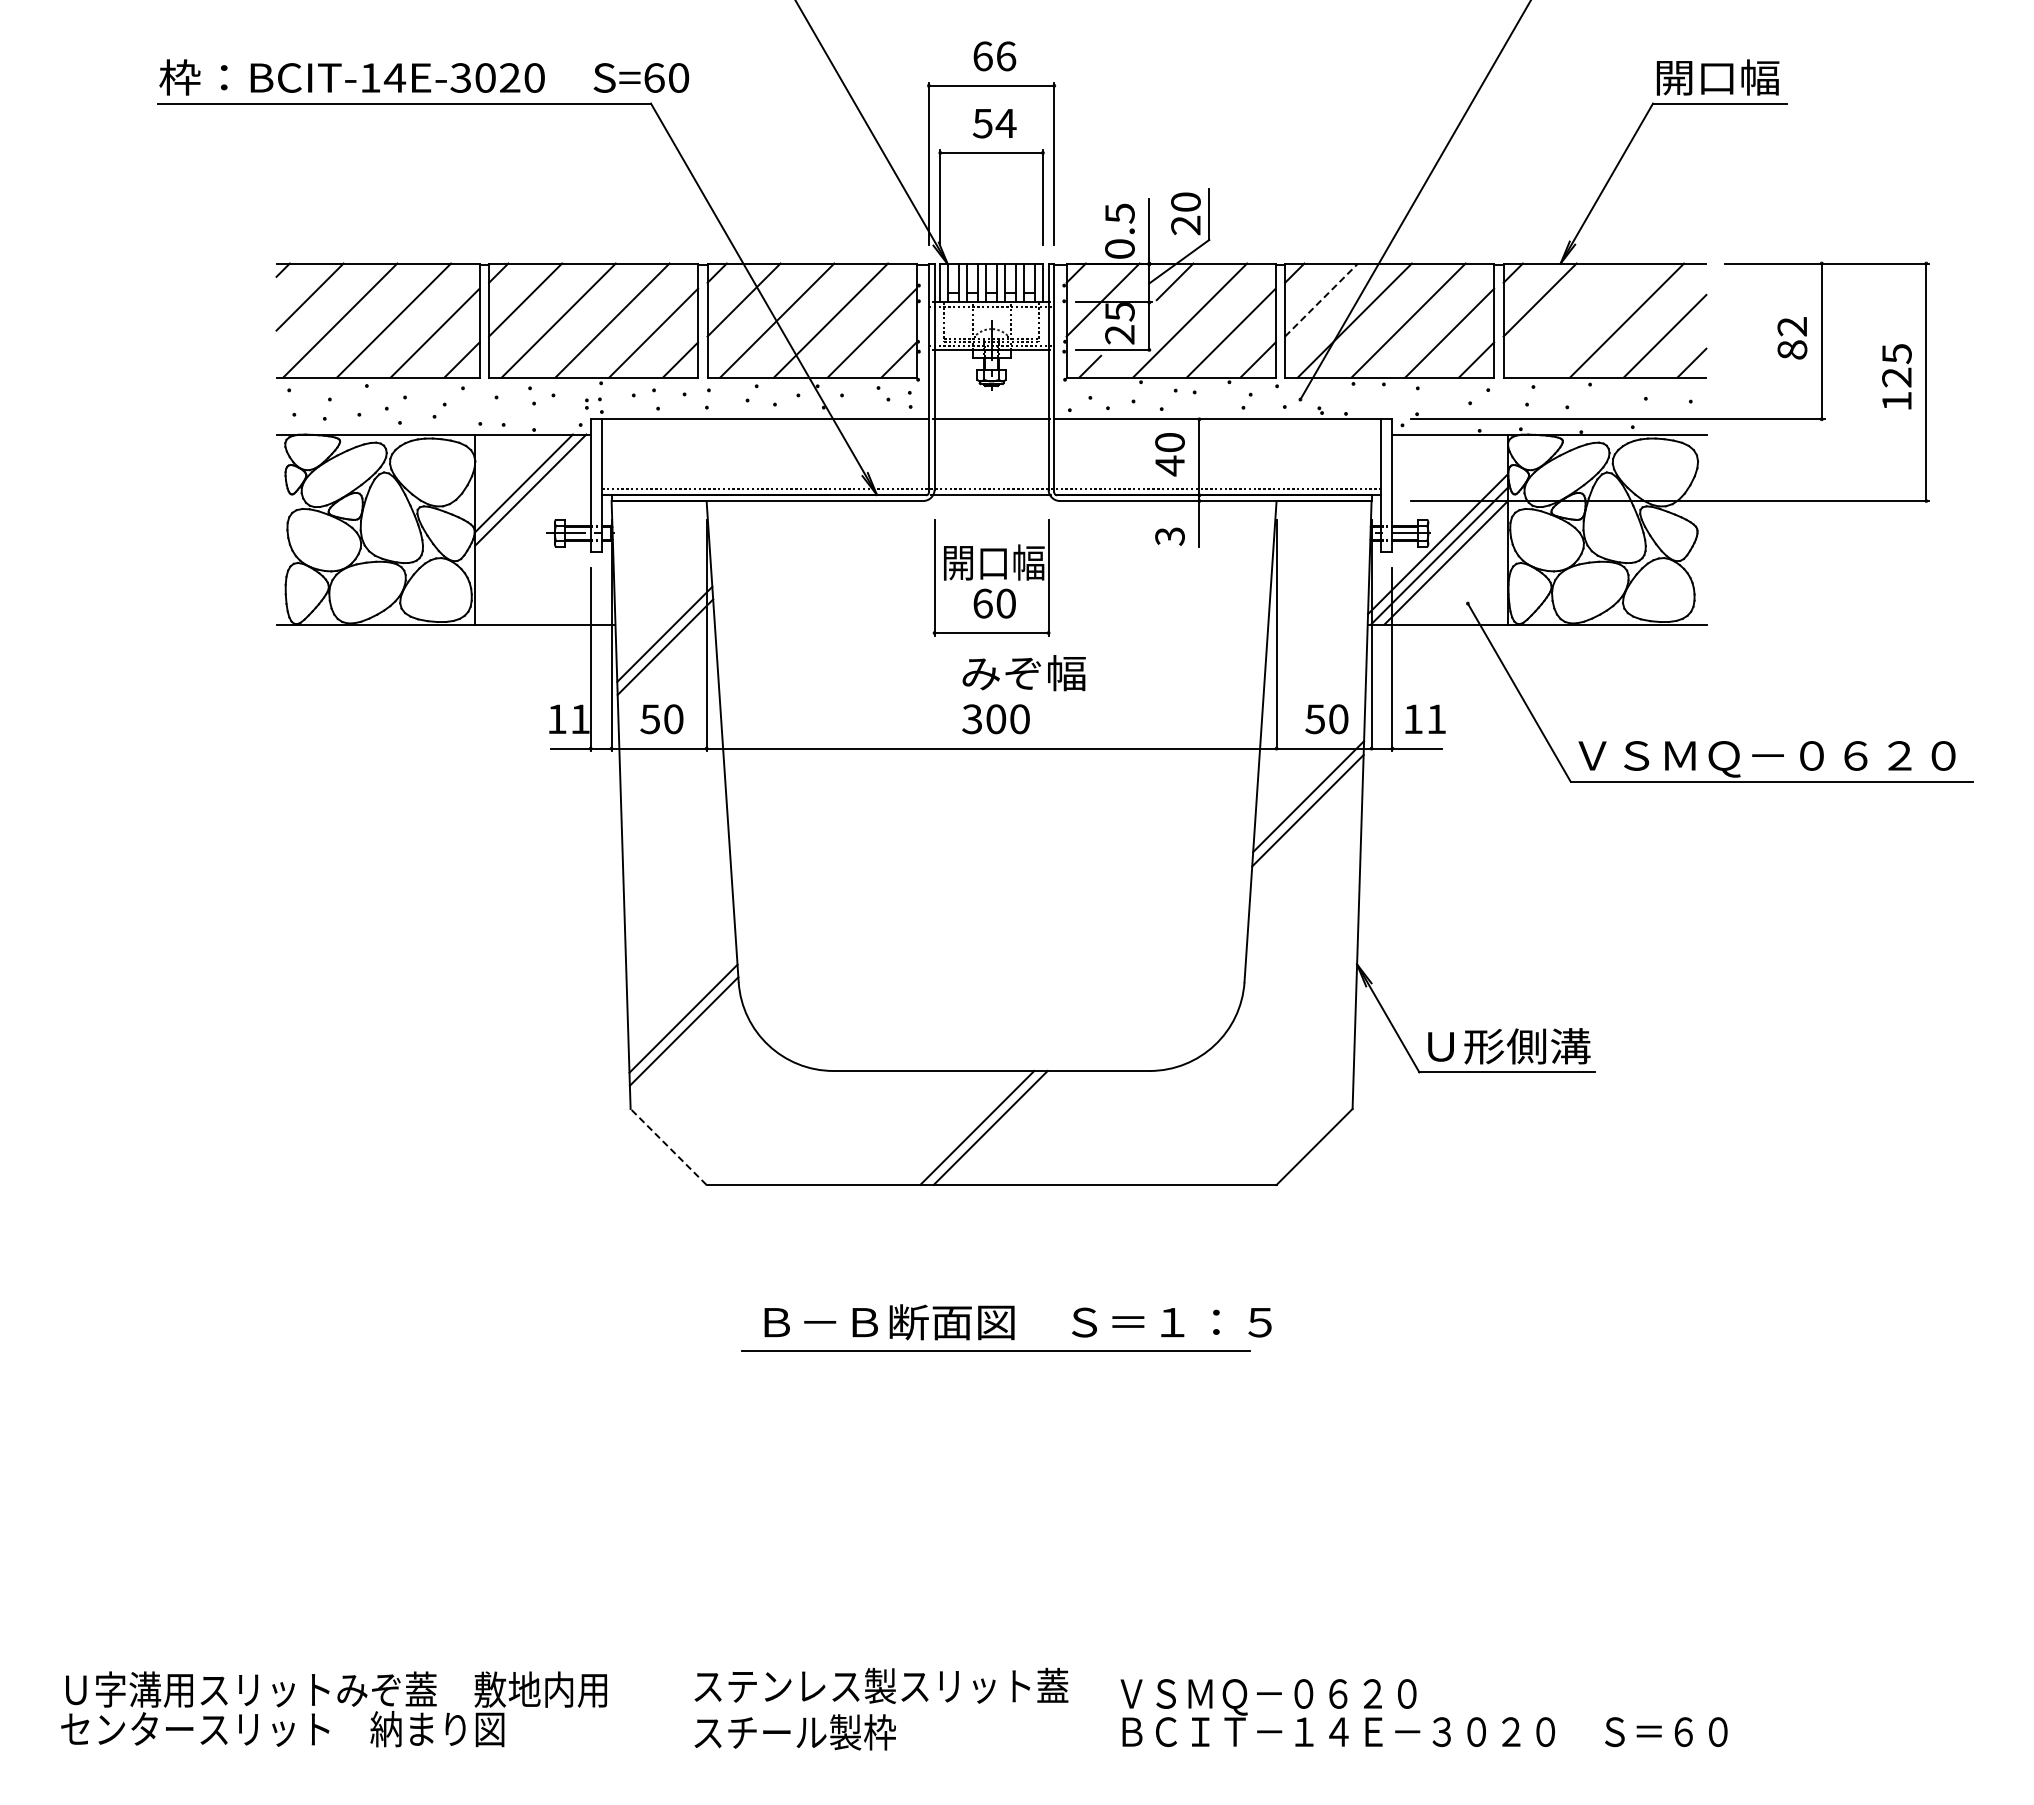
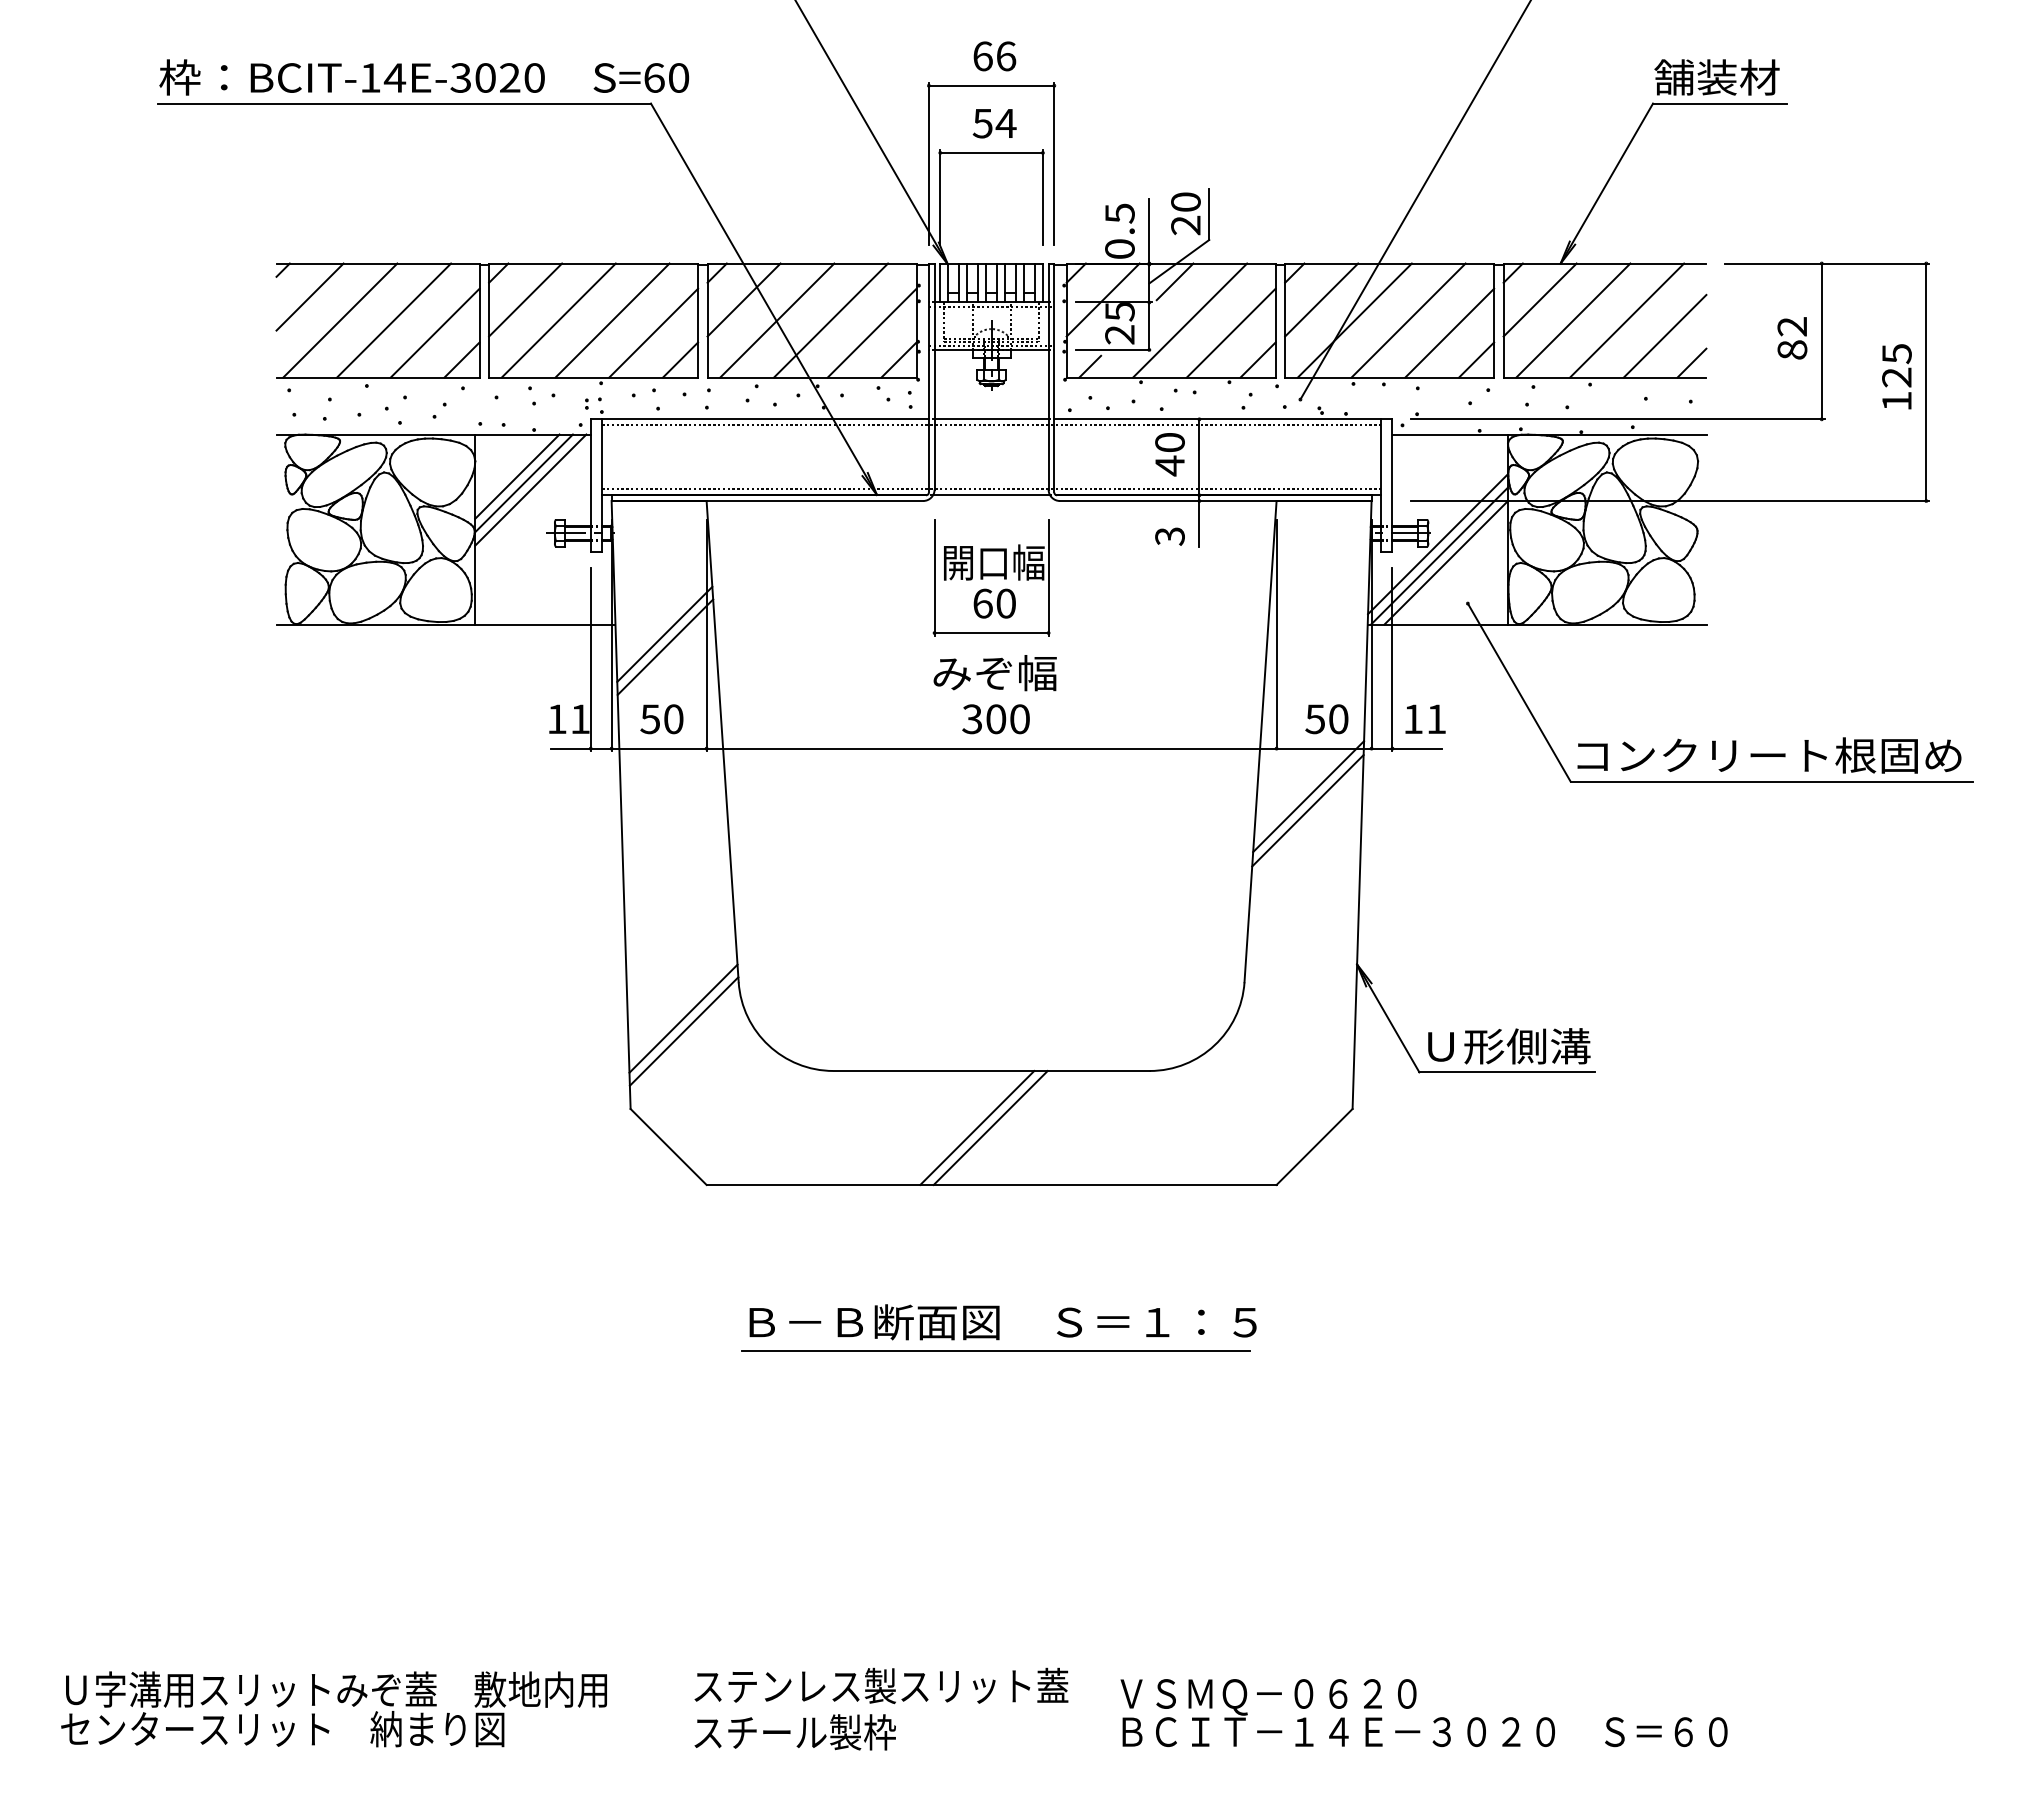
text at (1716, 77): 開口幅 -> 舗装材
line at (1321, 300): dashed -> solid
line at (1573, 320): none -> present
line at (991, 425): none -> present
line at (517, 476): none -> present
text at (1023, 673) position: (1023, 673) -> (994, 673)
text at (1769, 757): ＶＳＭＱ－０６２０ -> コンクリート根固め
line at (668, 1146): dashed -> solid
text at (1017, 1322) position: (1017, 1322) -> (1002, 1322)
